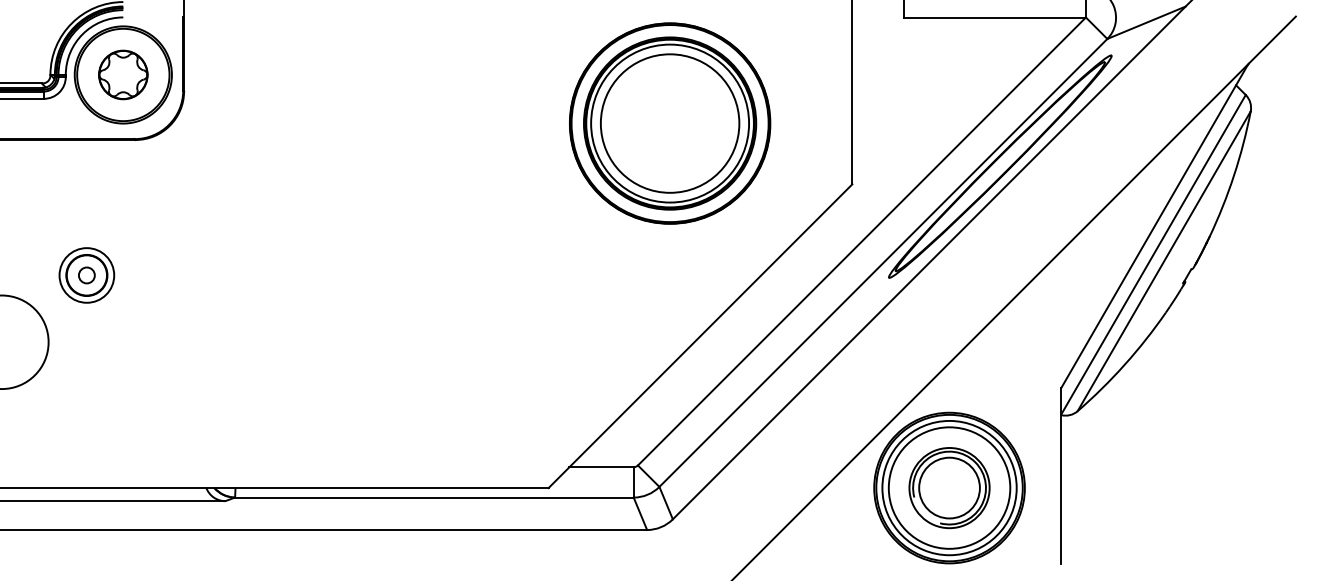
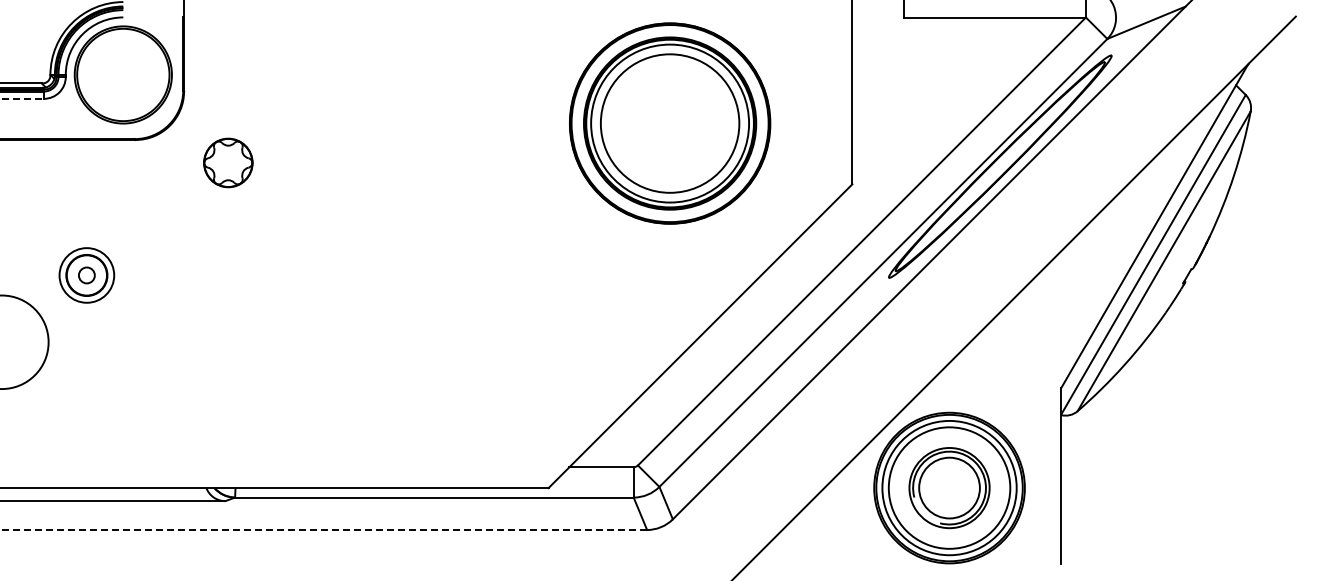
part at (123, 74) position: (123, 74) -> (228, 162)
line at (21, 98): solid -> dashed
line at (323, 530): solid -> dashed
